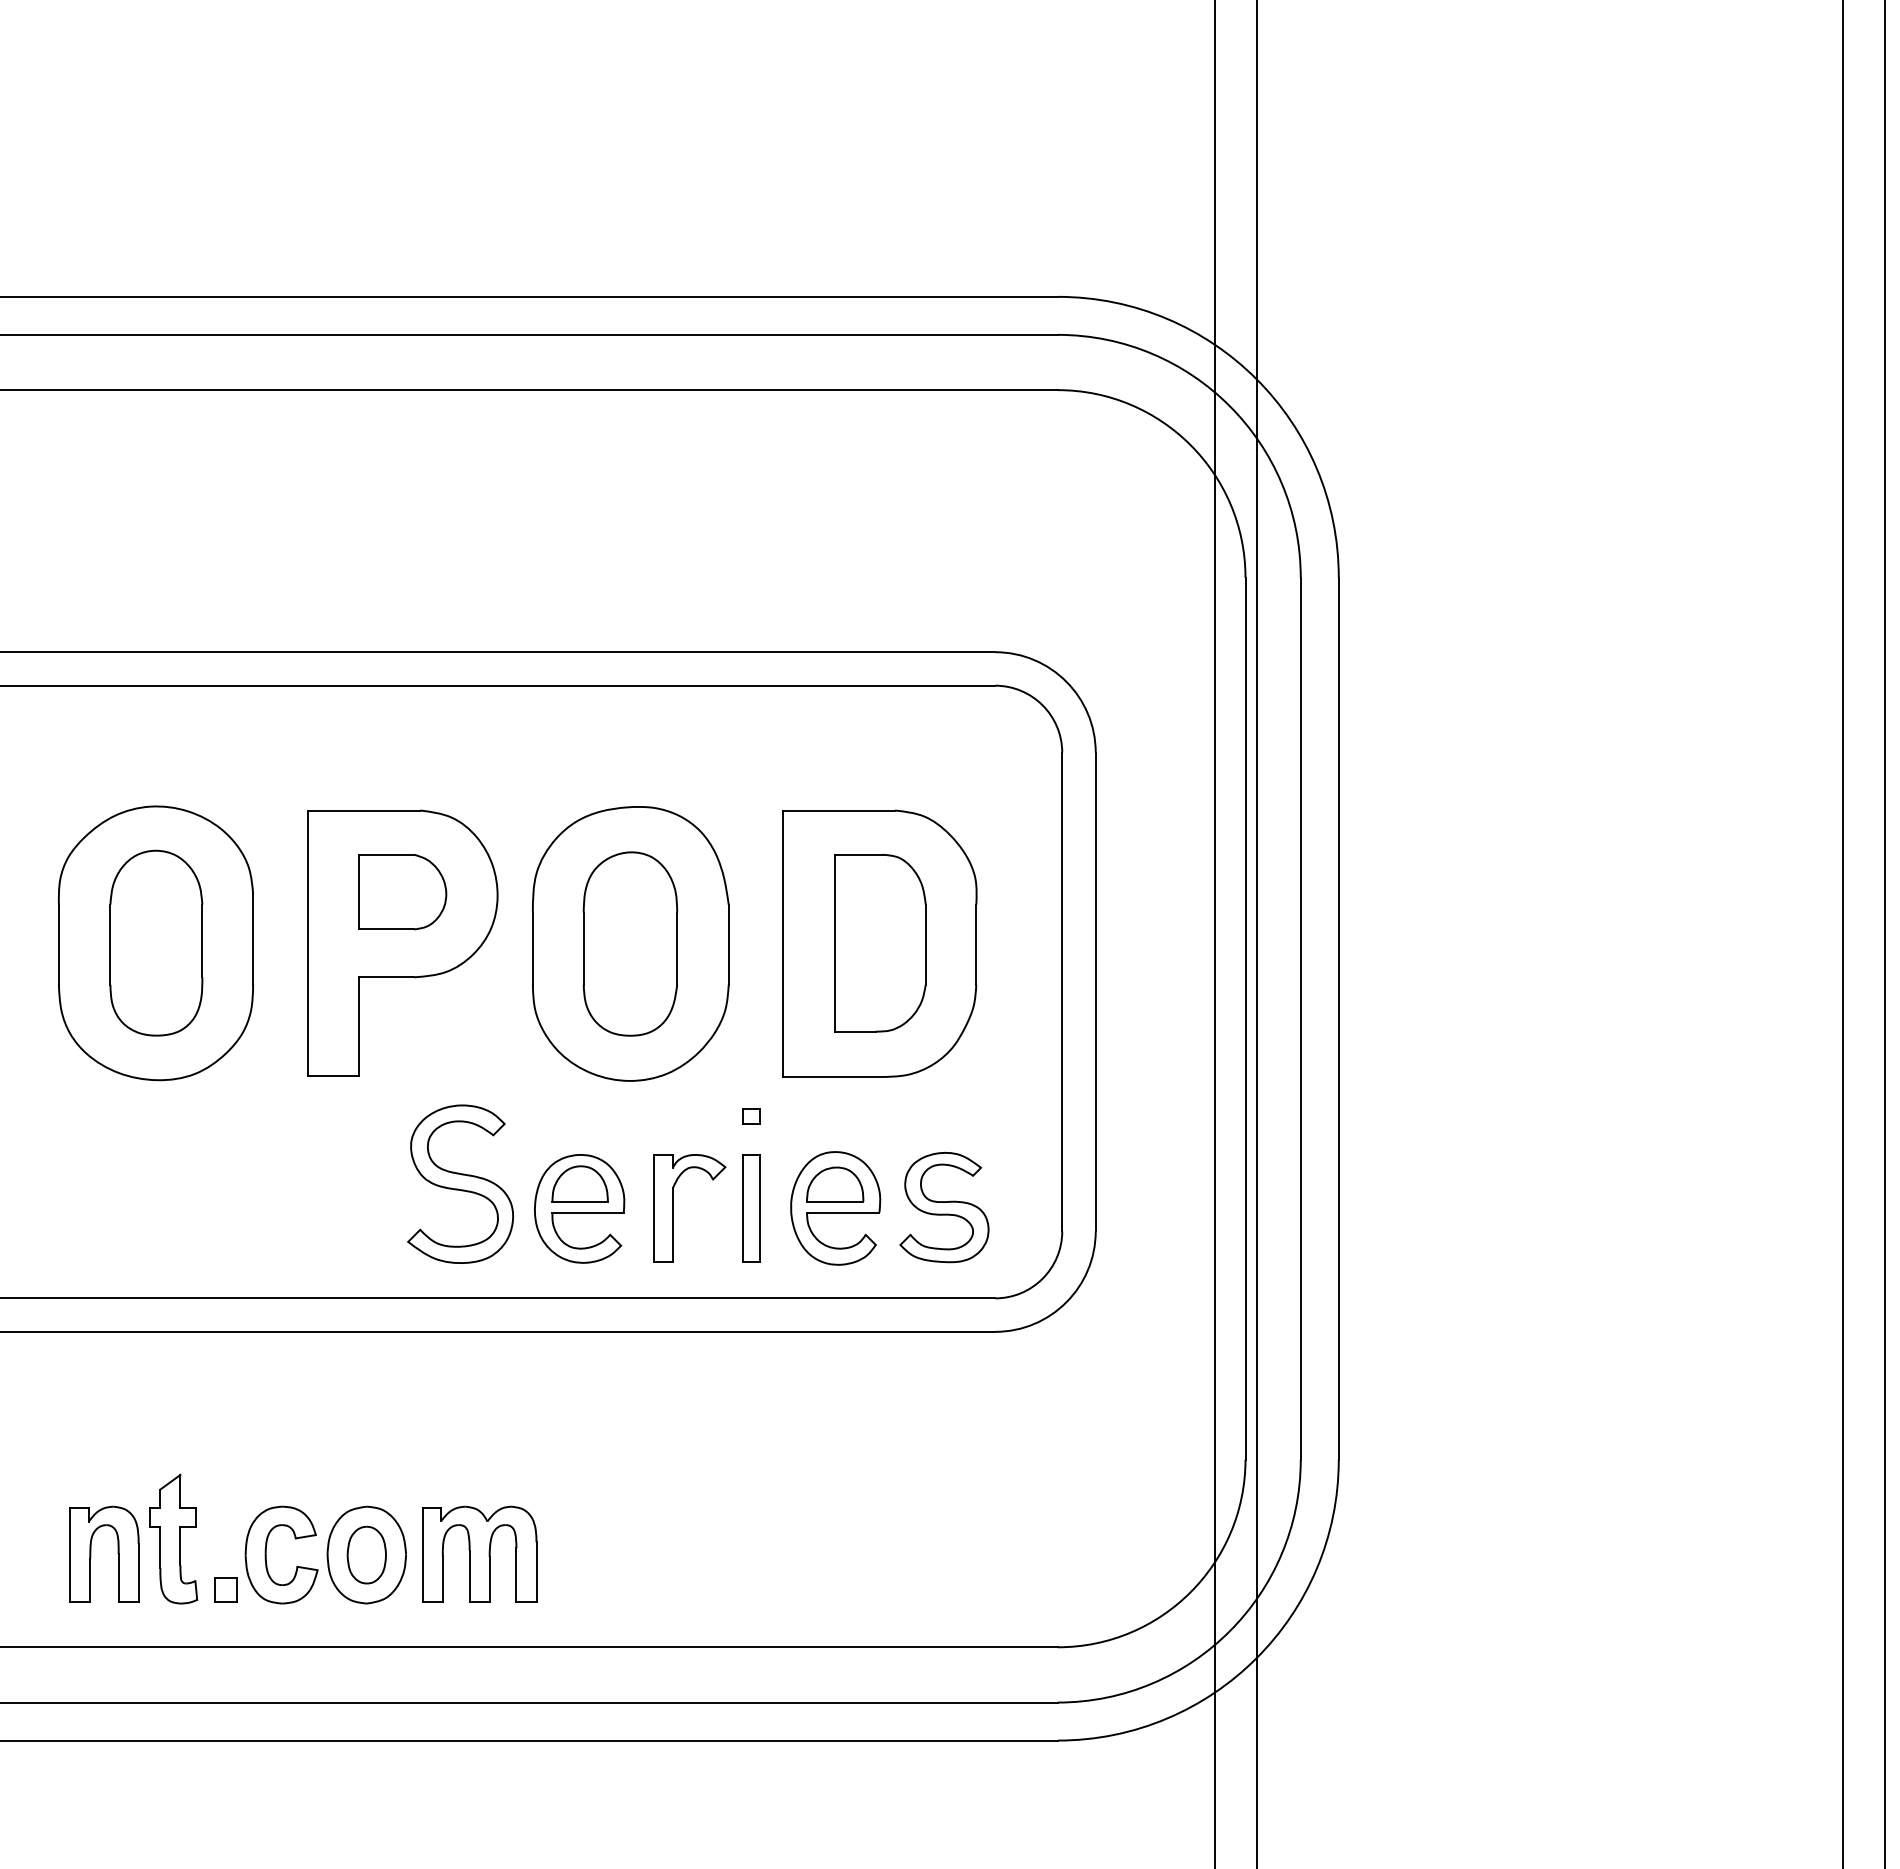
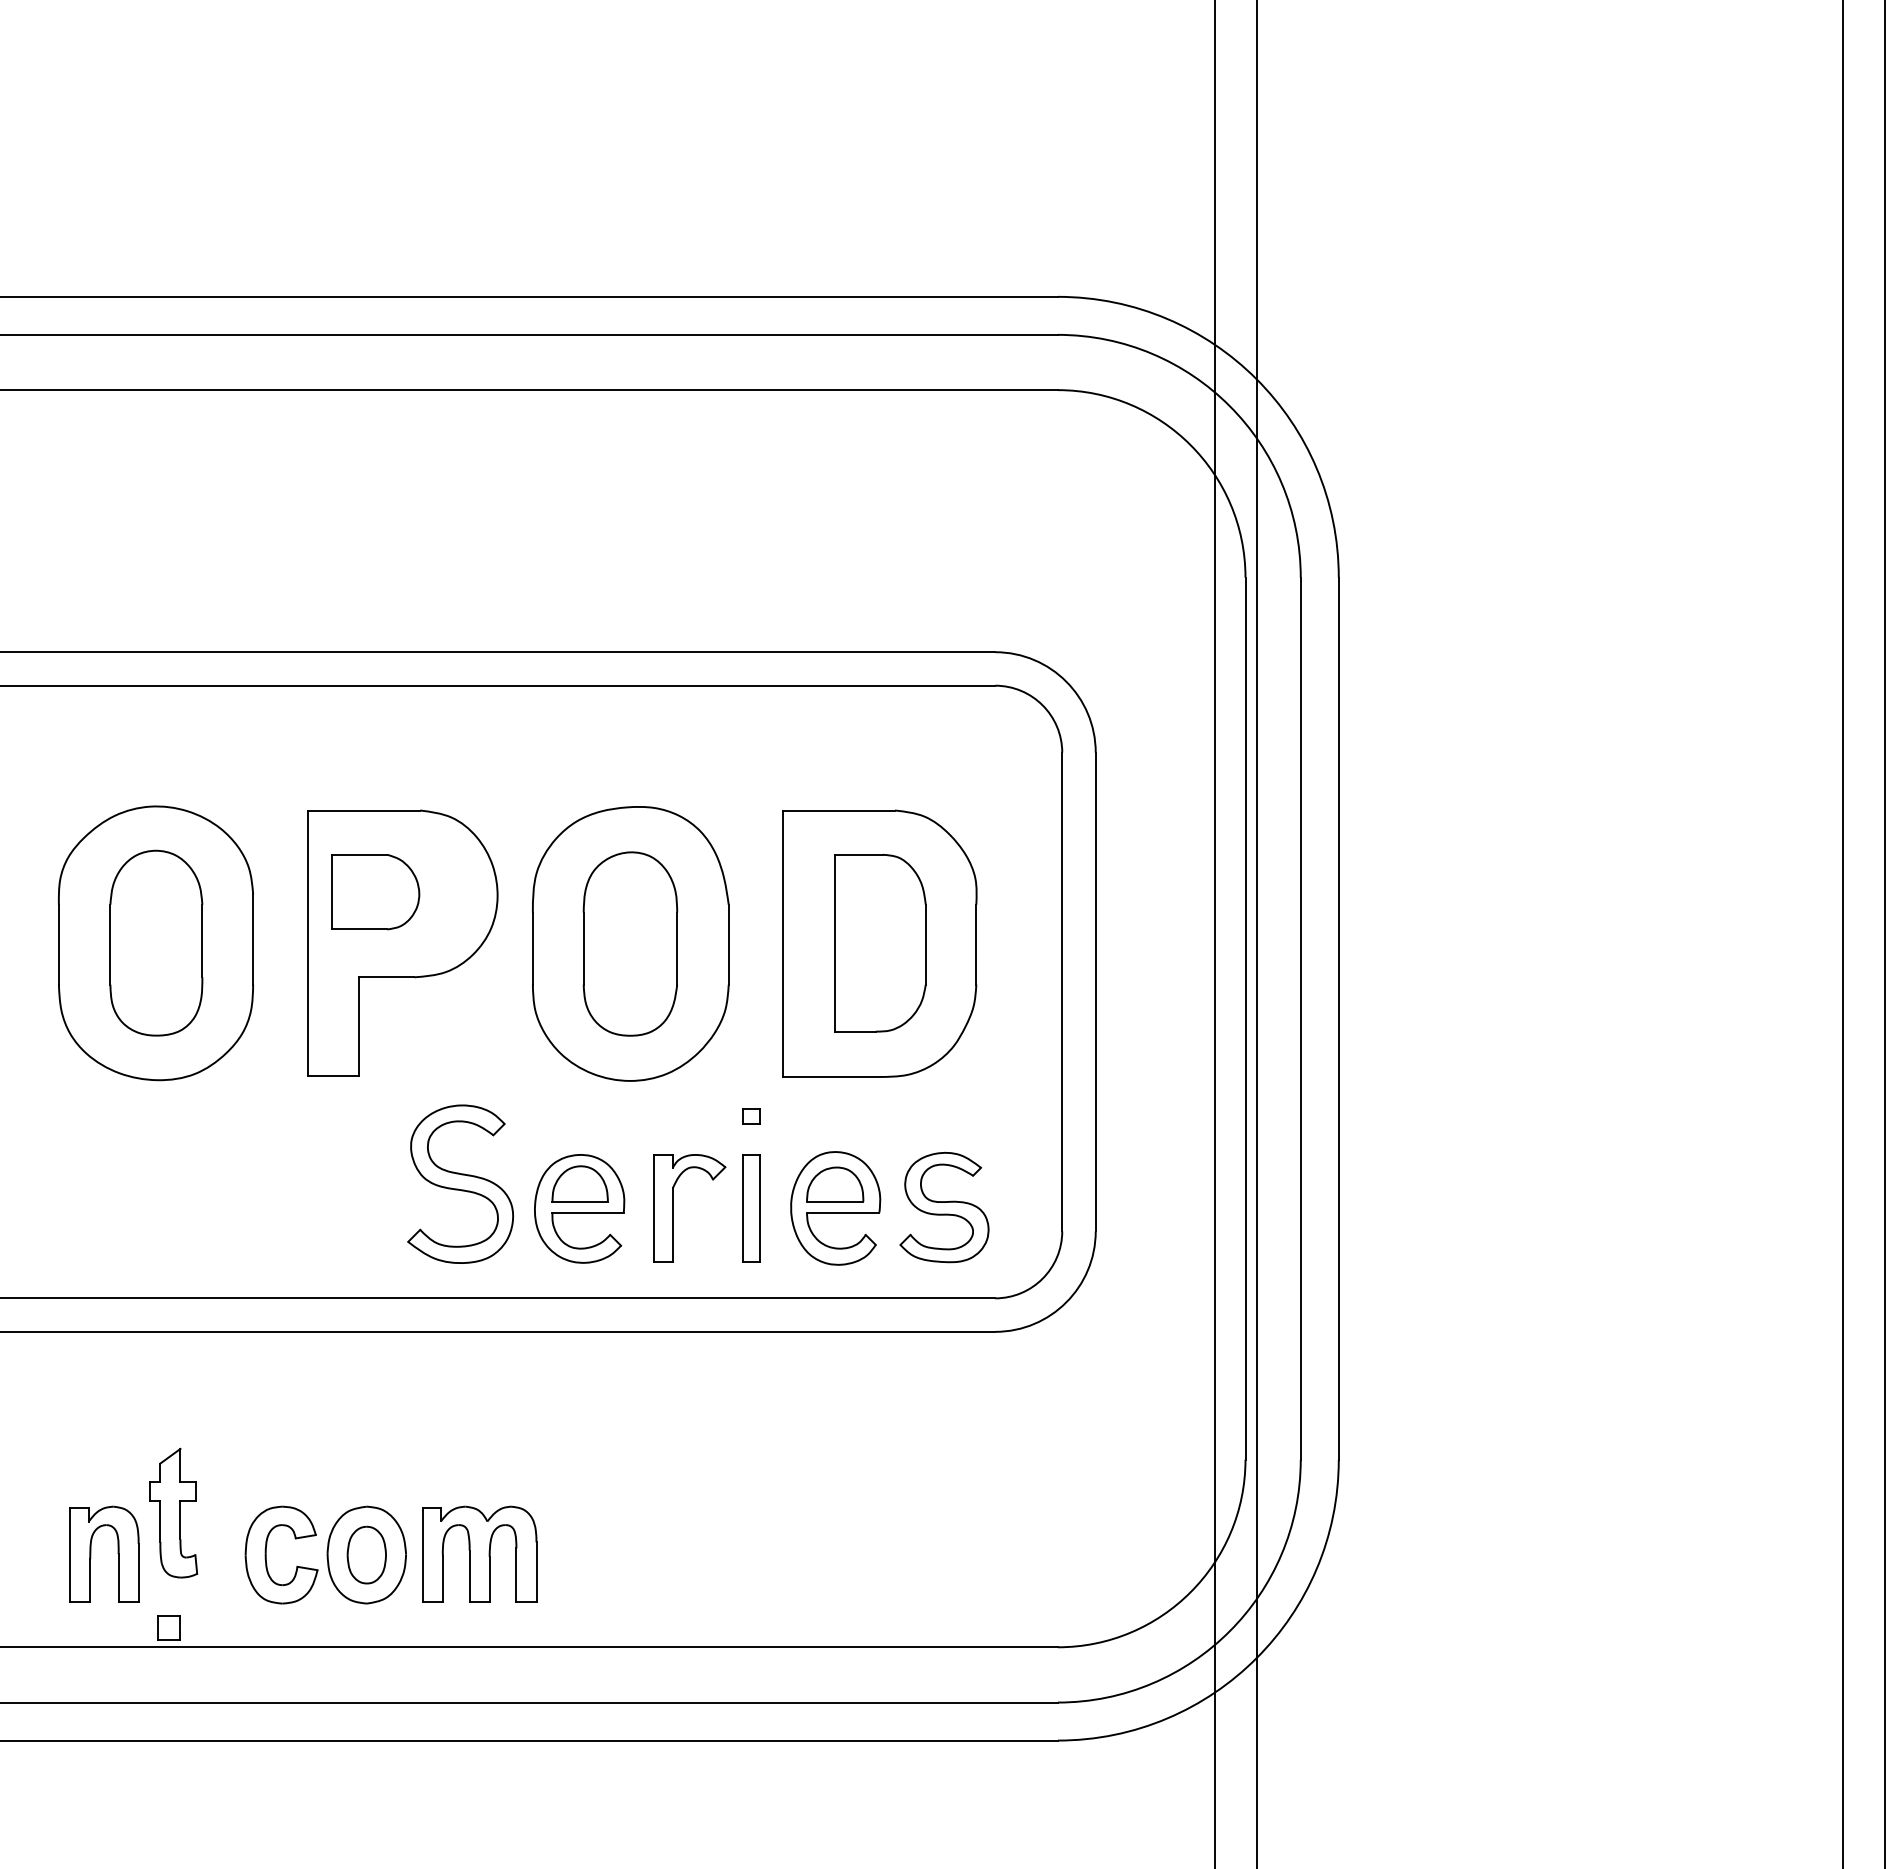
part at (402, 892) position: (402, 892) -> (375, 892)
part at (173, 1538) position: (173, 1538) -> (173, 1512)
part at (225, 1589) position: (225, 1589) -> (168, 1627)
